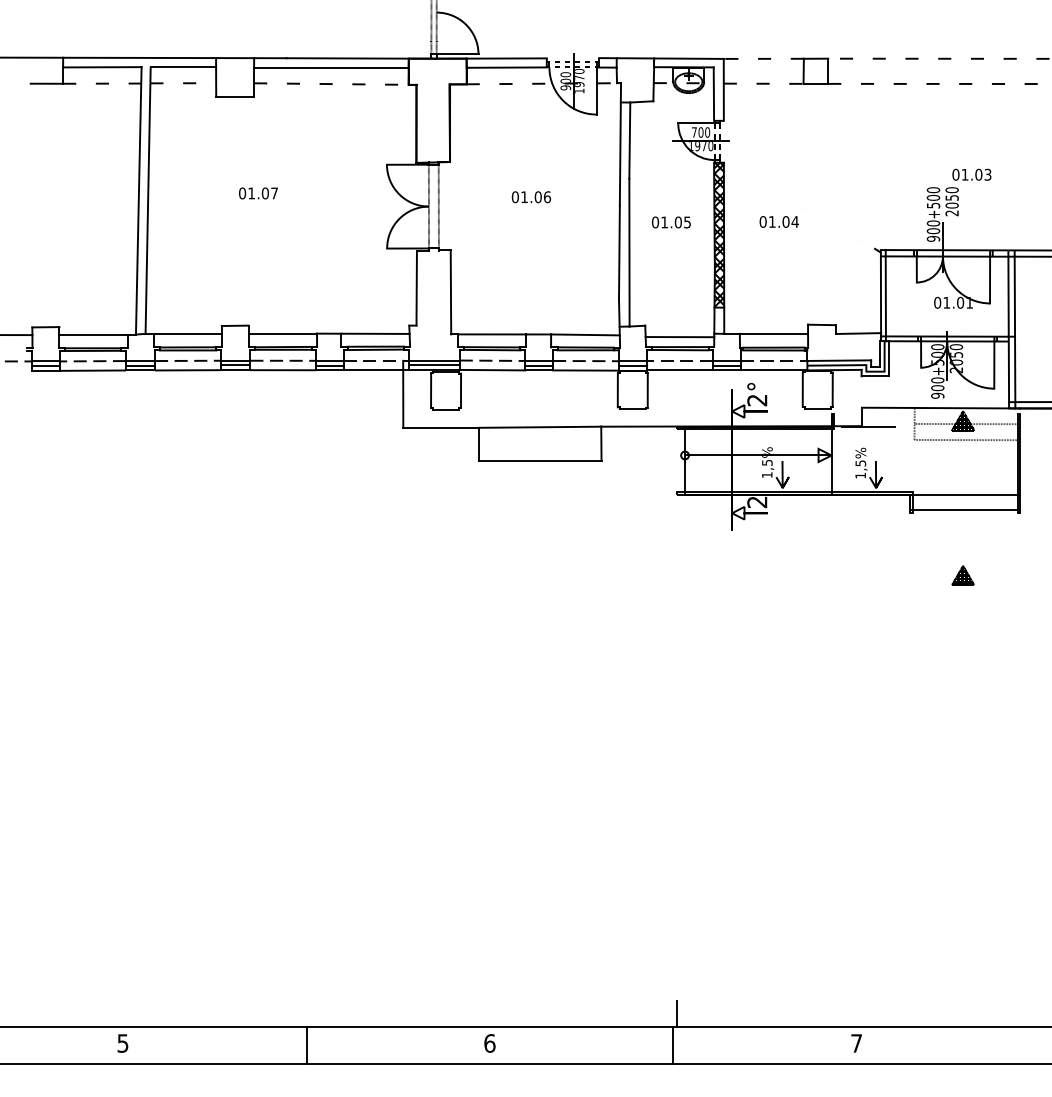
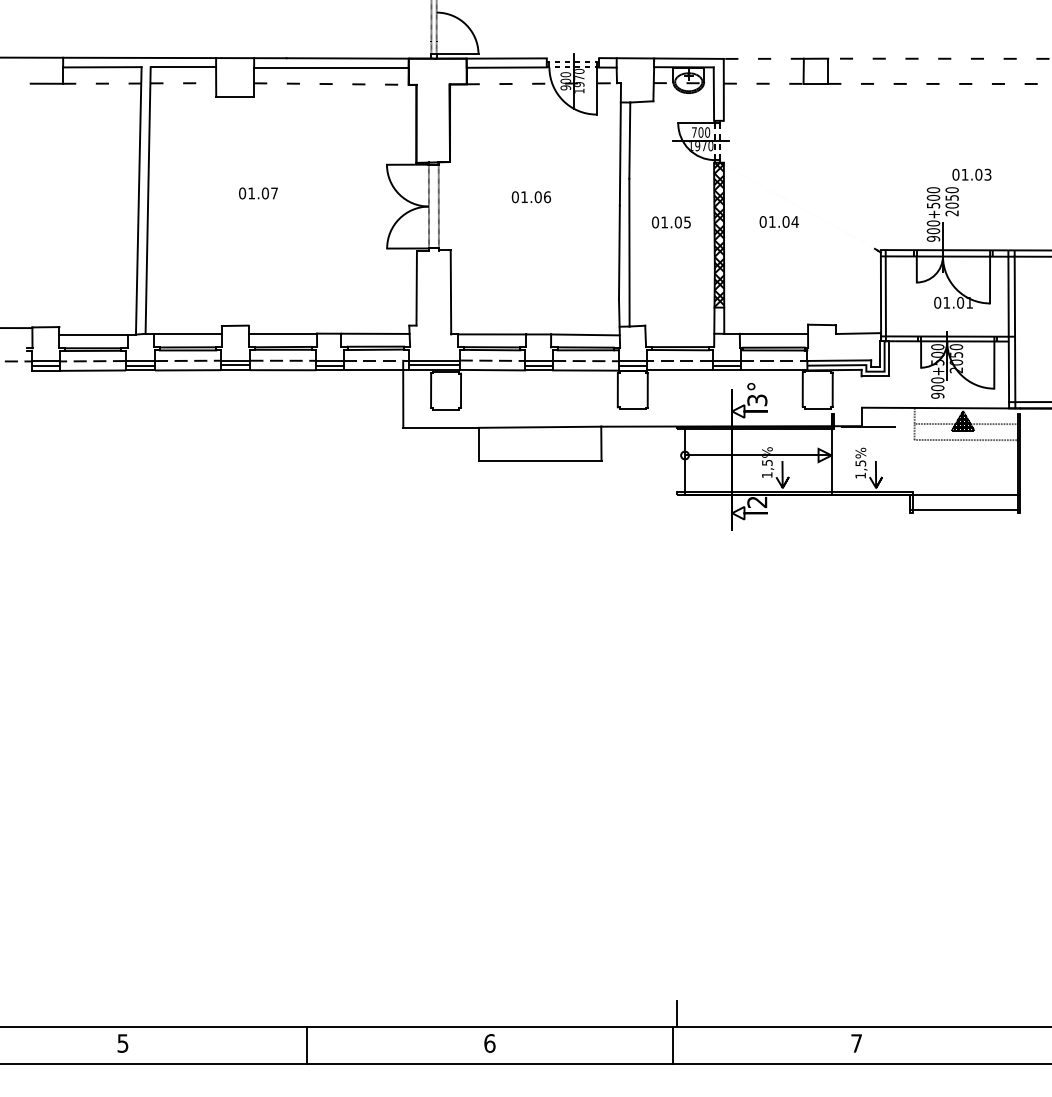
line at (17, 335) position: (17, 335) -> (17, 328)
line at (679, 337): present -> none
text at (757, 400): 2° -> 3°
part at (962, 575): present -> none
